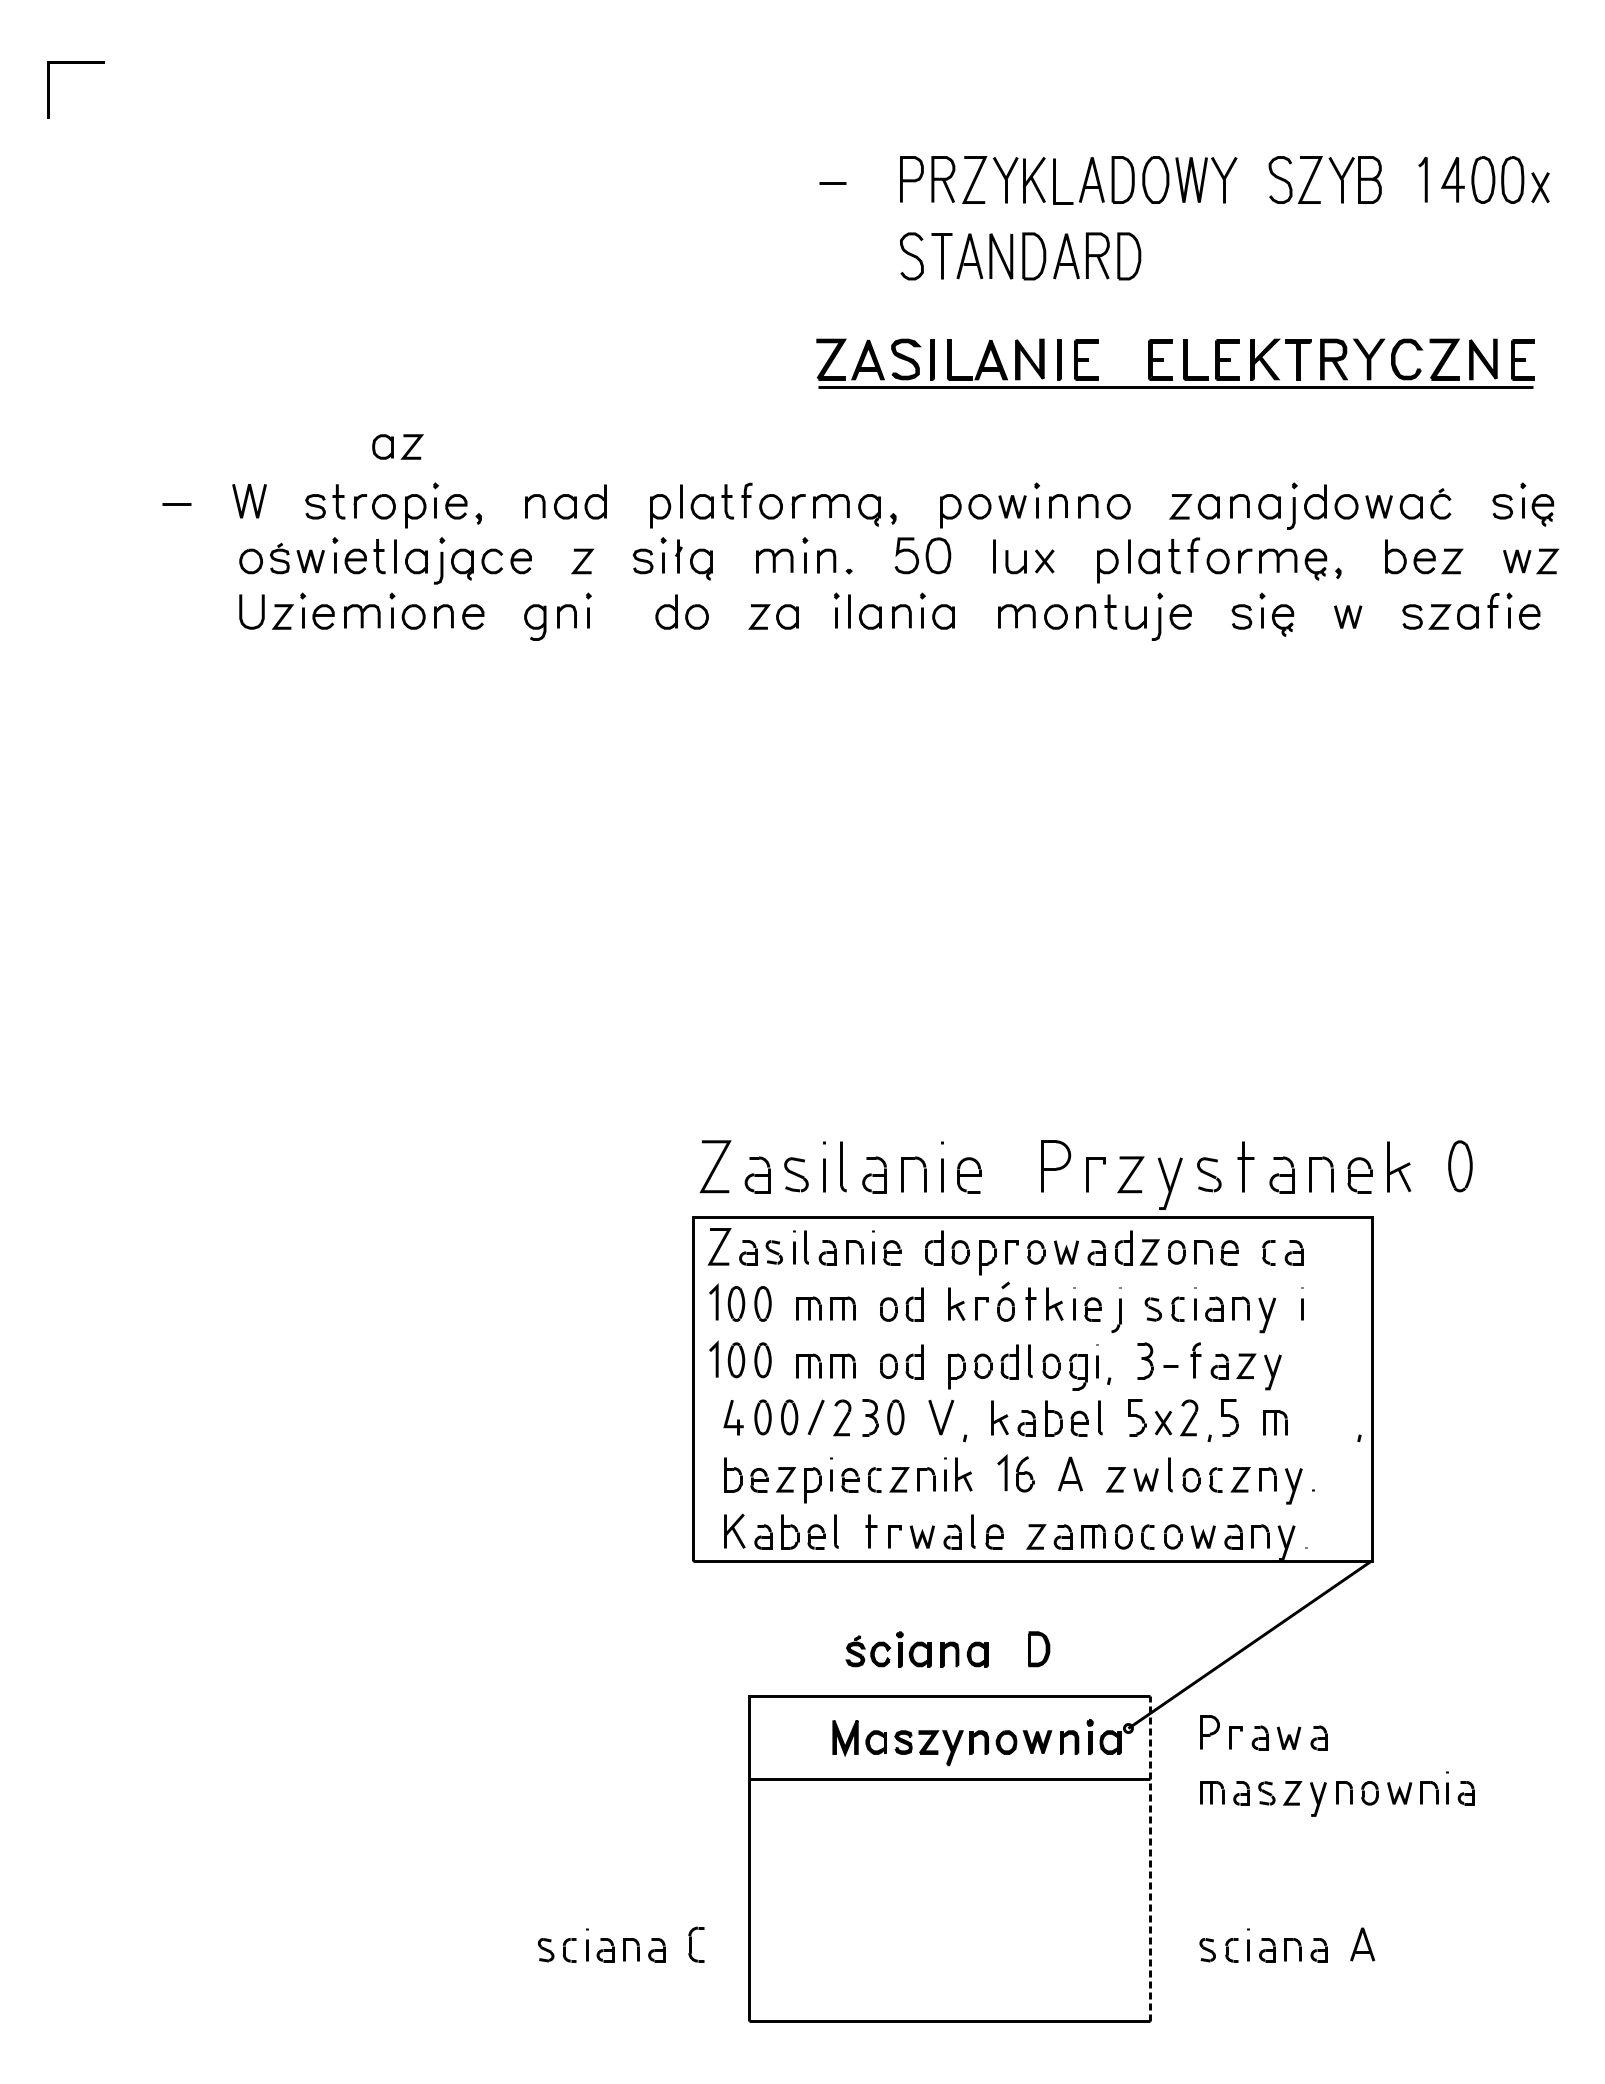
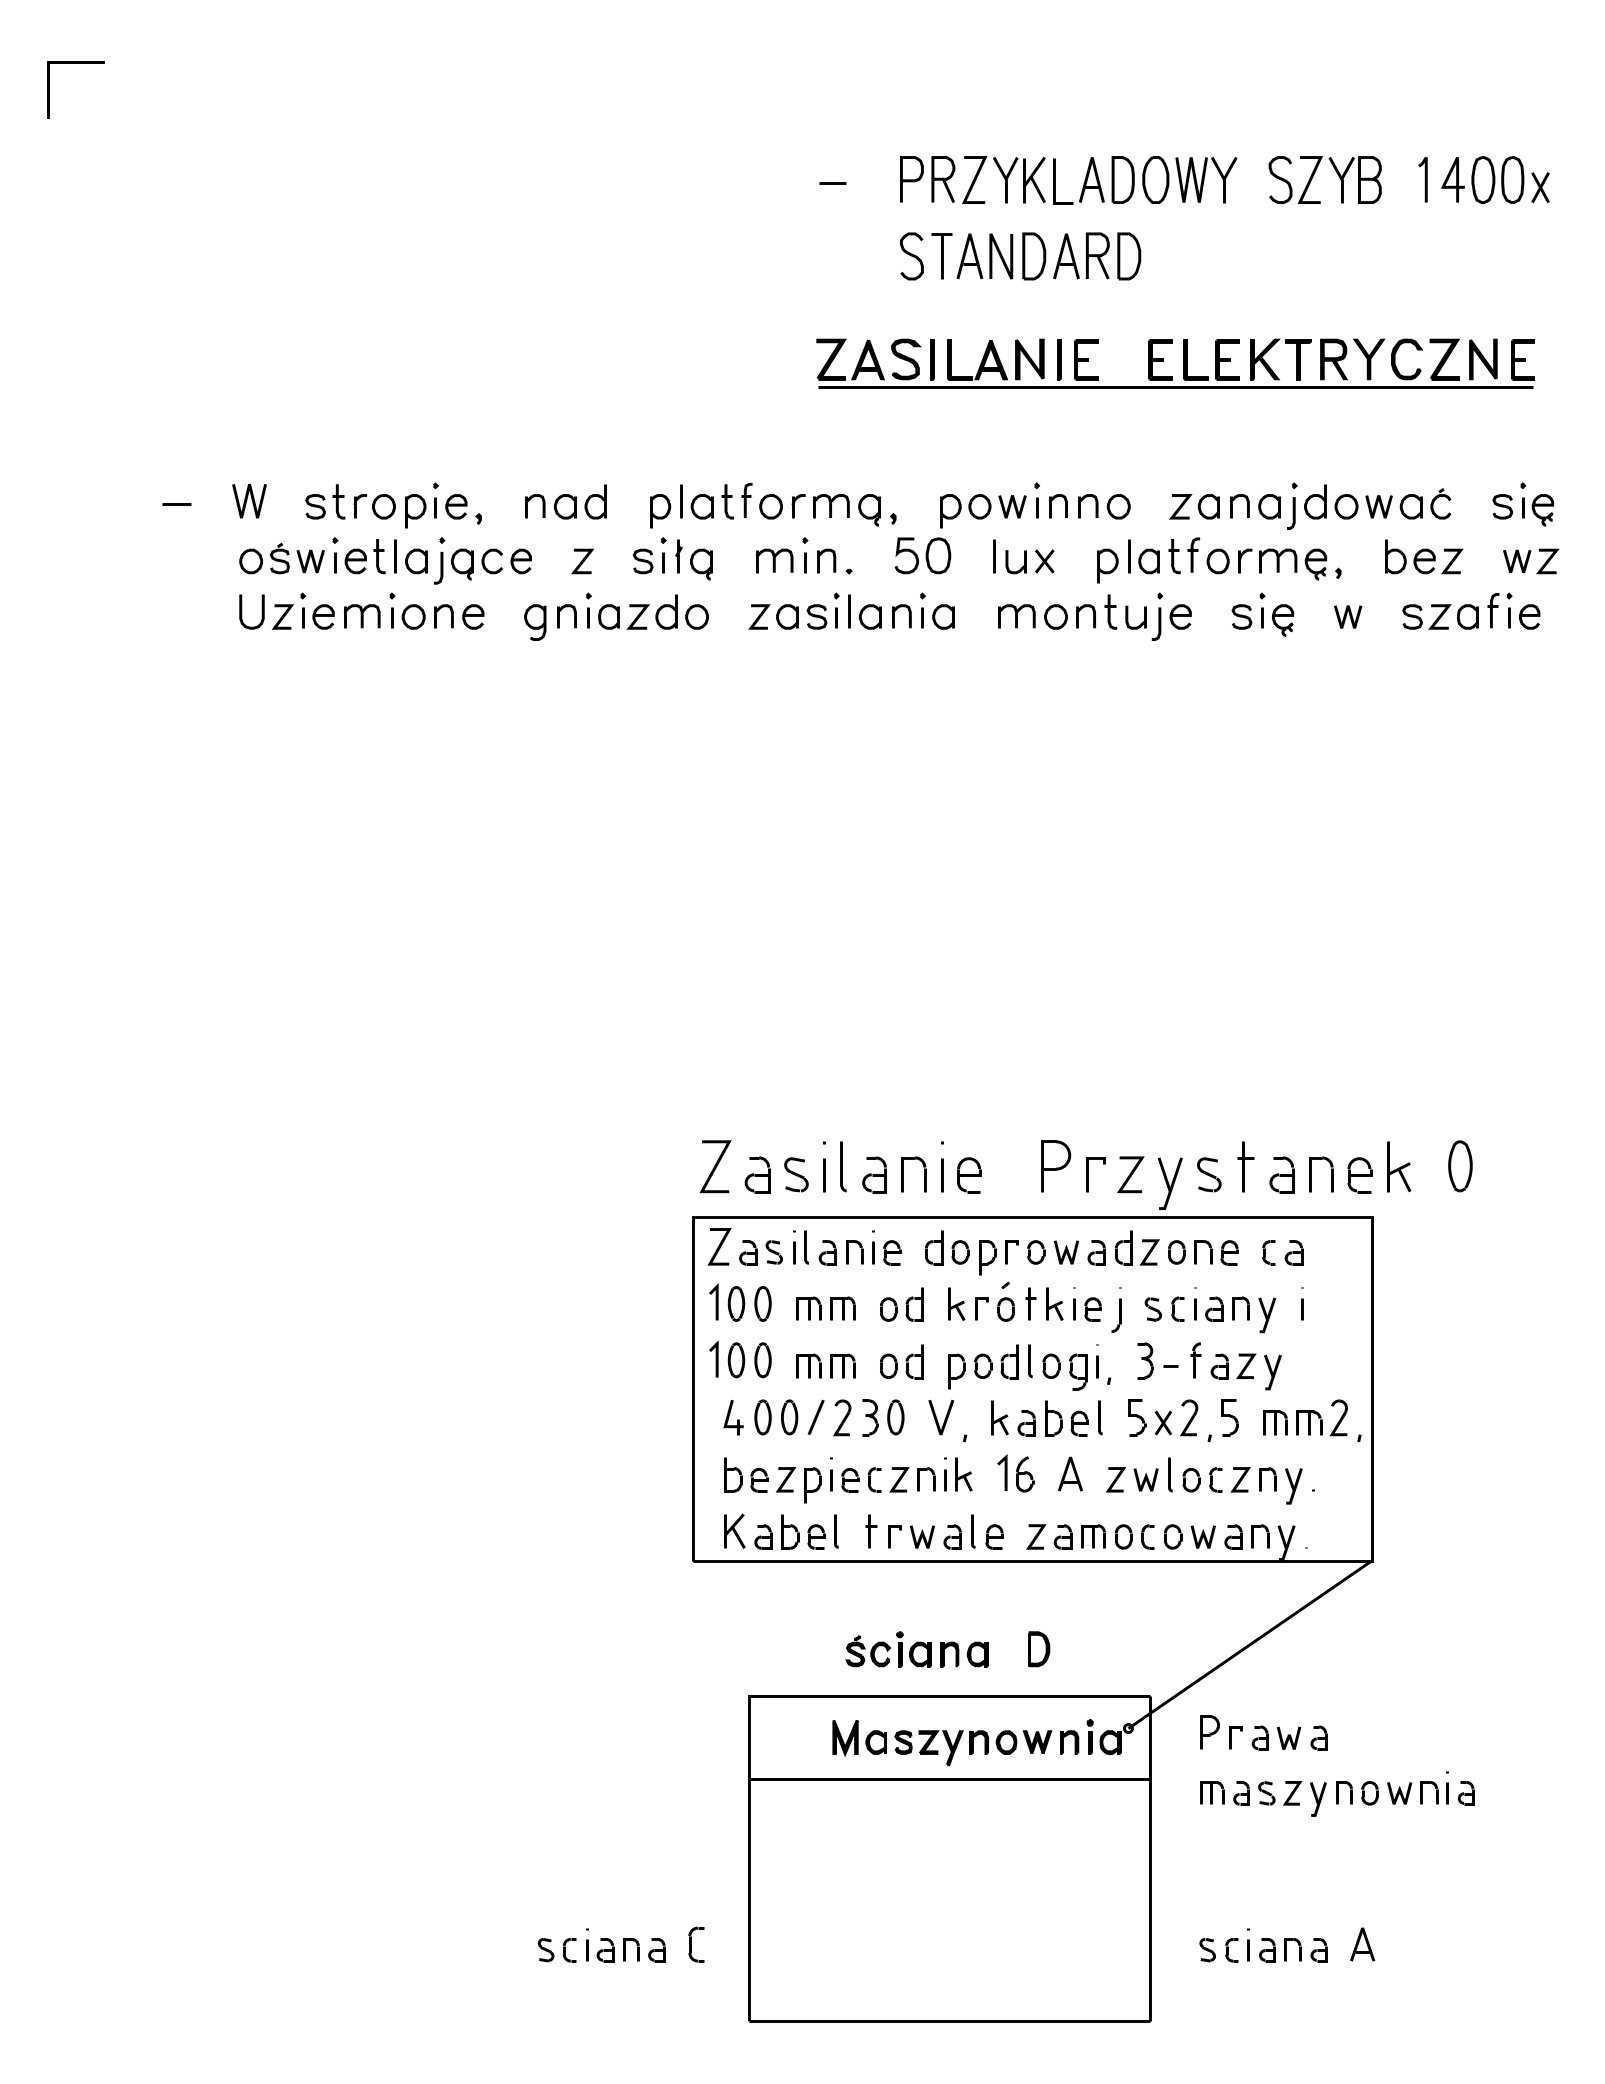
part at (397, 446) position: (397, 446) -> (623, 616)
curve at (816, 616): none -> present
part at (1321, 1417): none -> present
line at (1150, 1858): dashed -> solid
